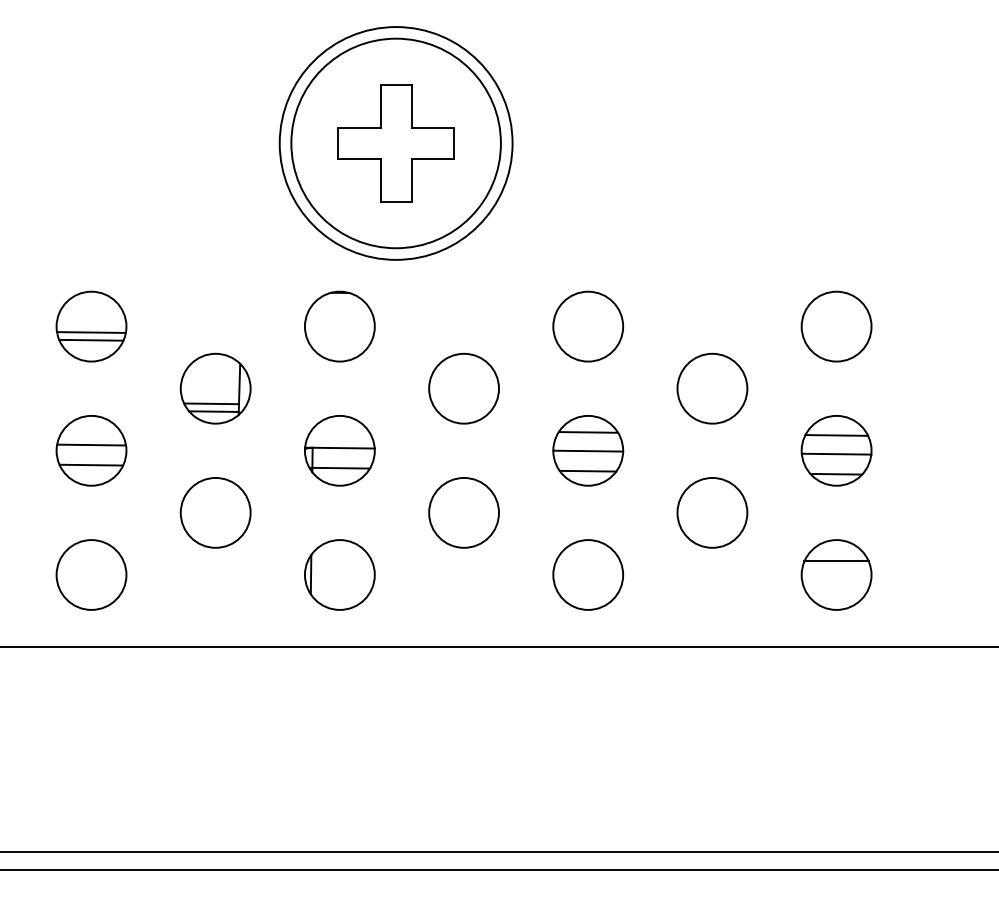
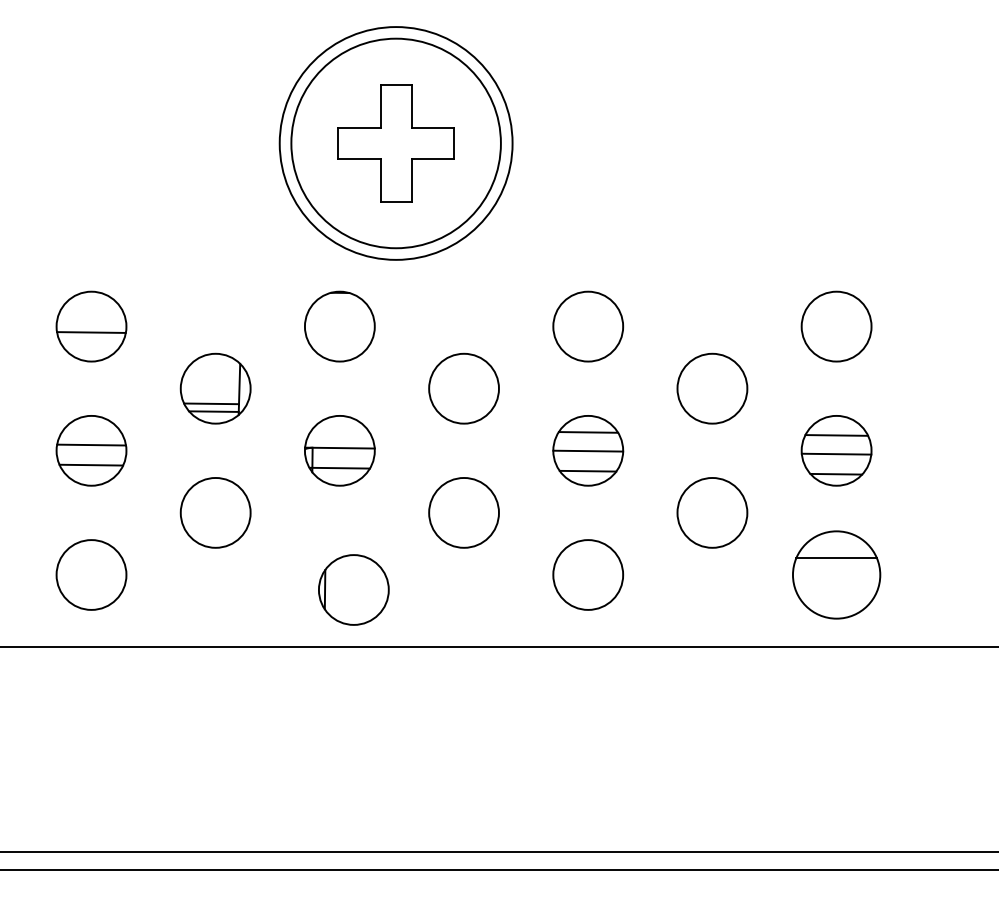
line at (91, 339): present -> none
part at (339, 574) position: (339, 574) -> (353, 589)
part at (836, 574) size: 73x72 px -> 90x90 px
